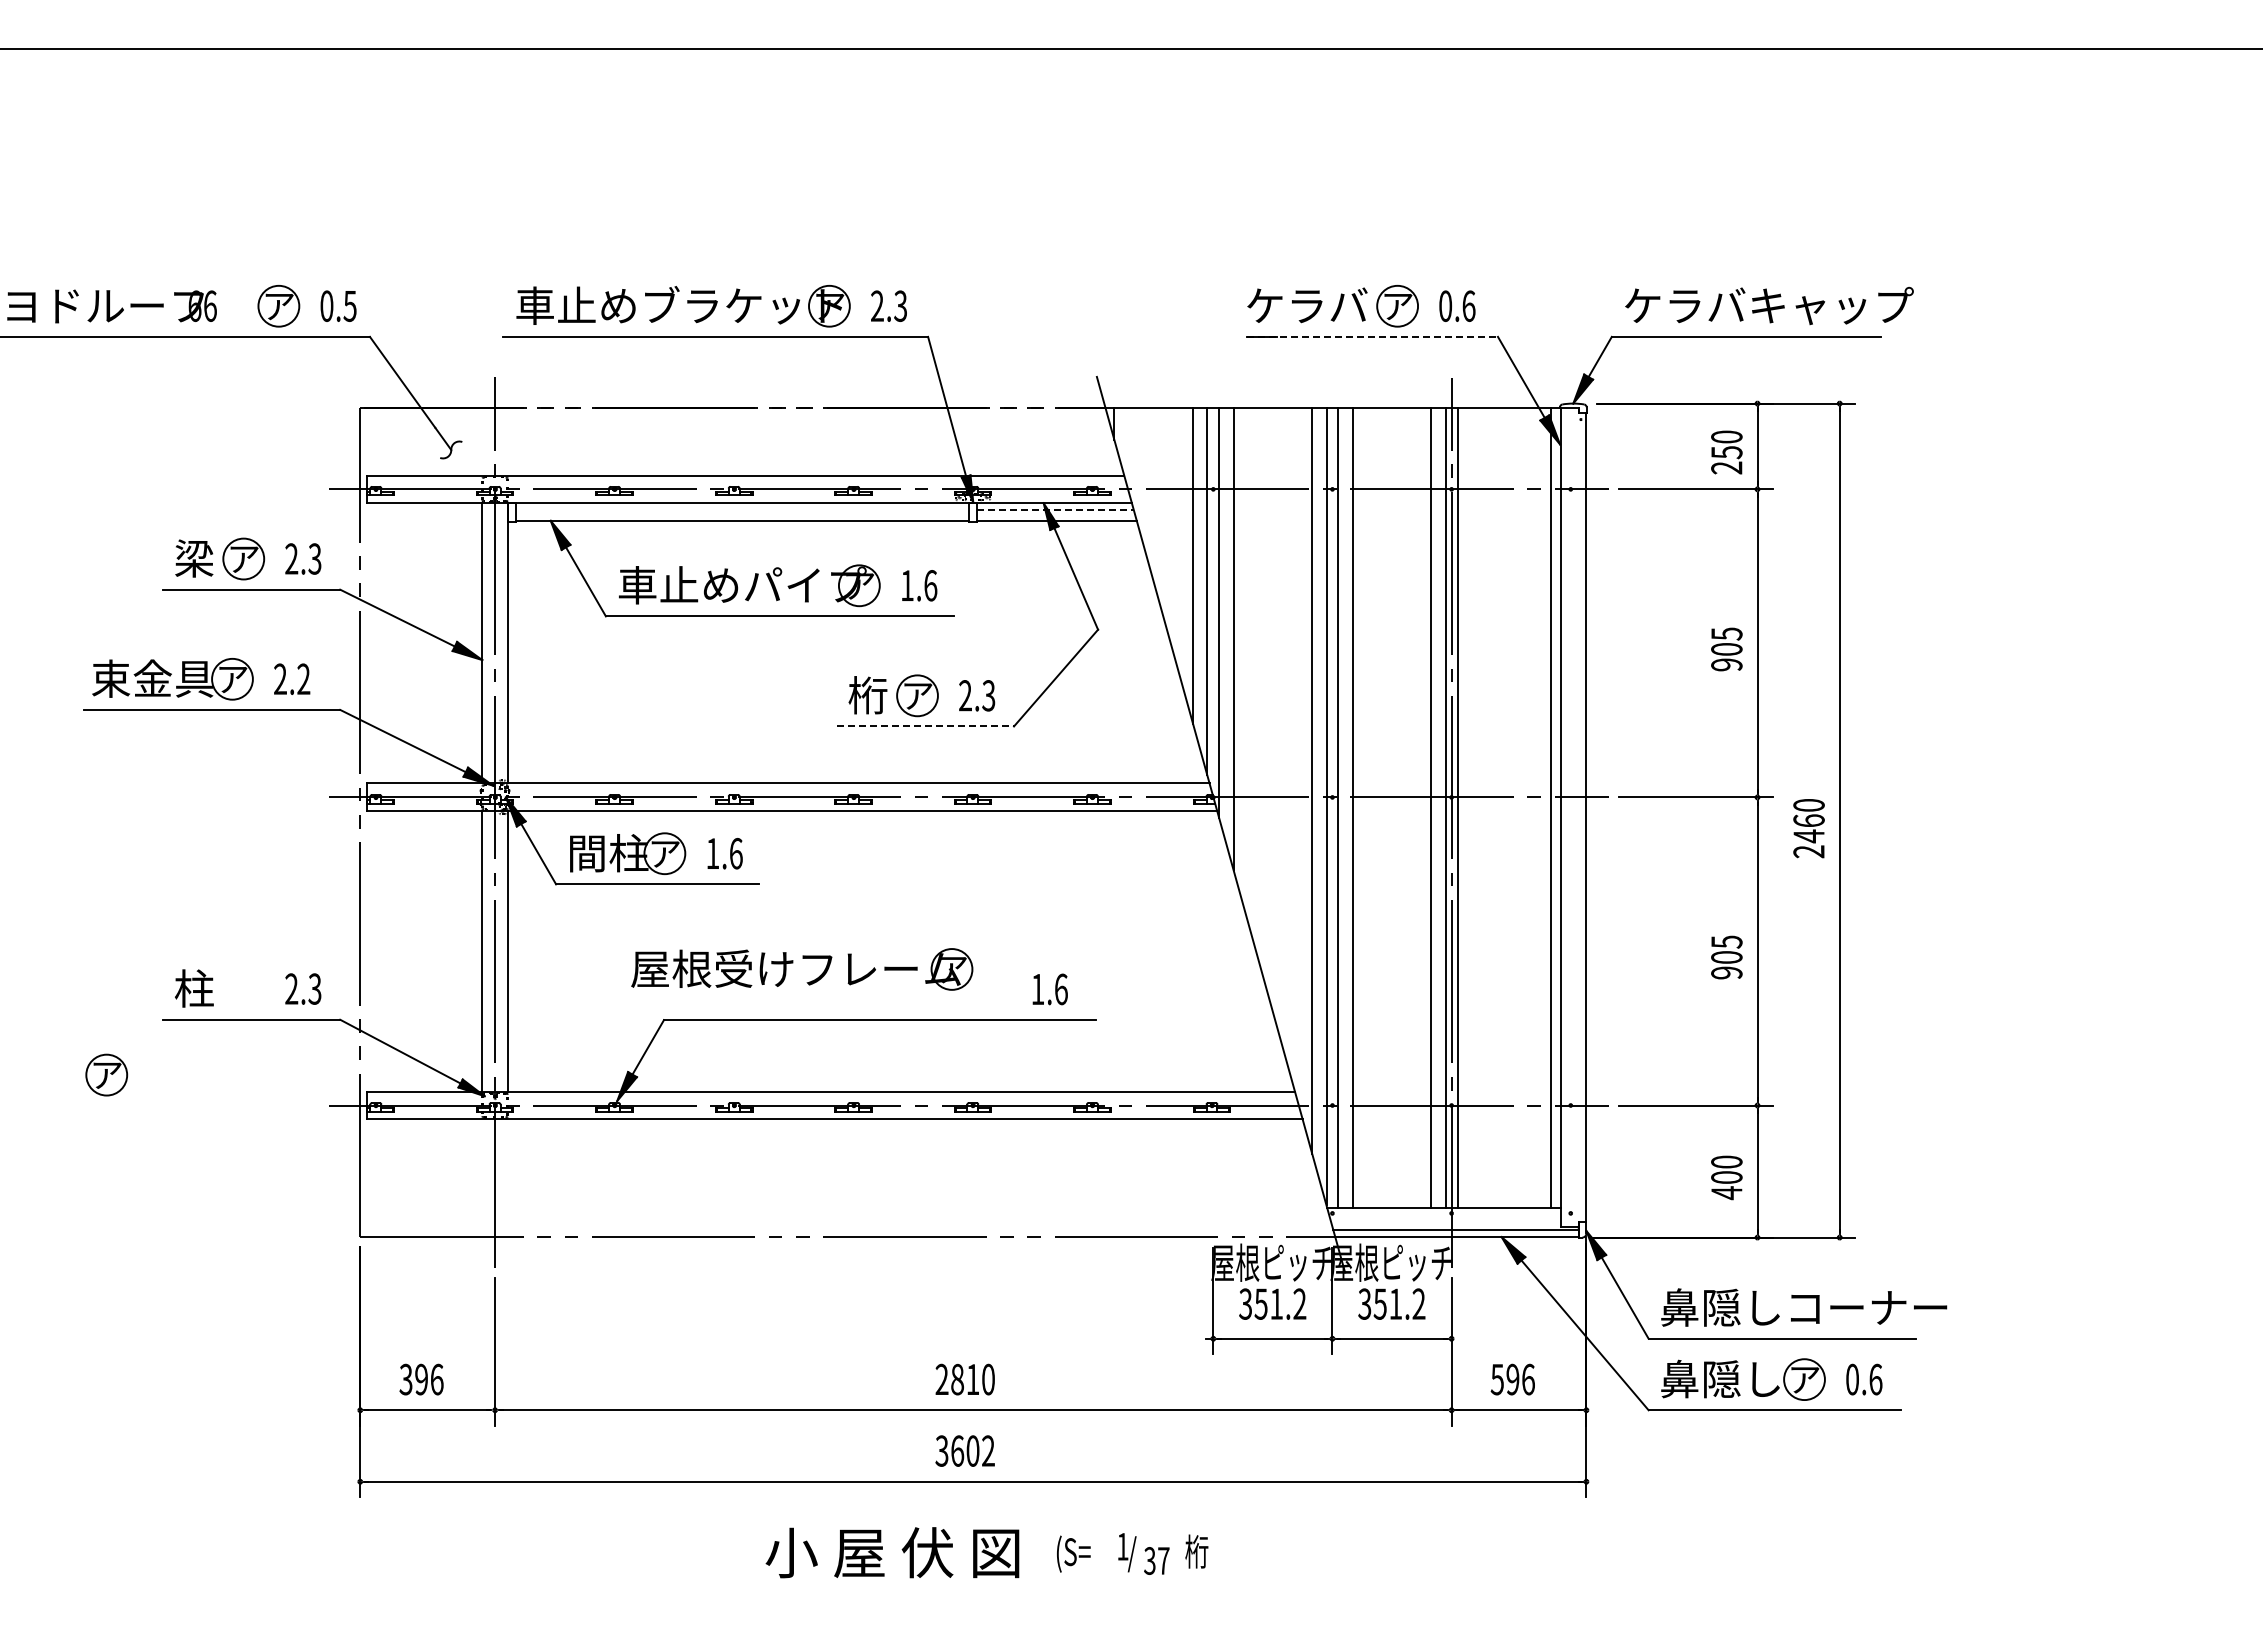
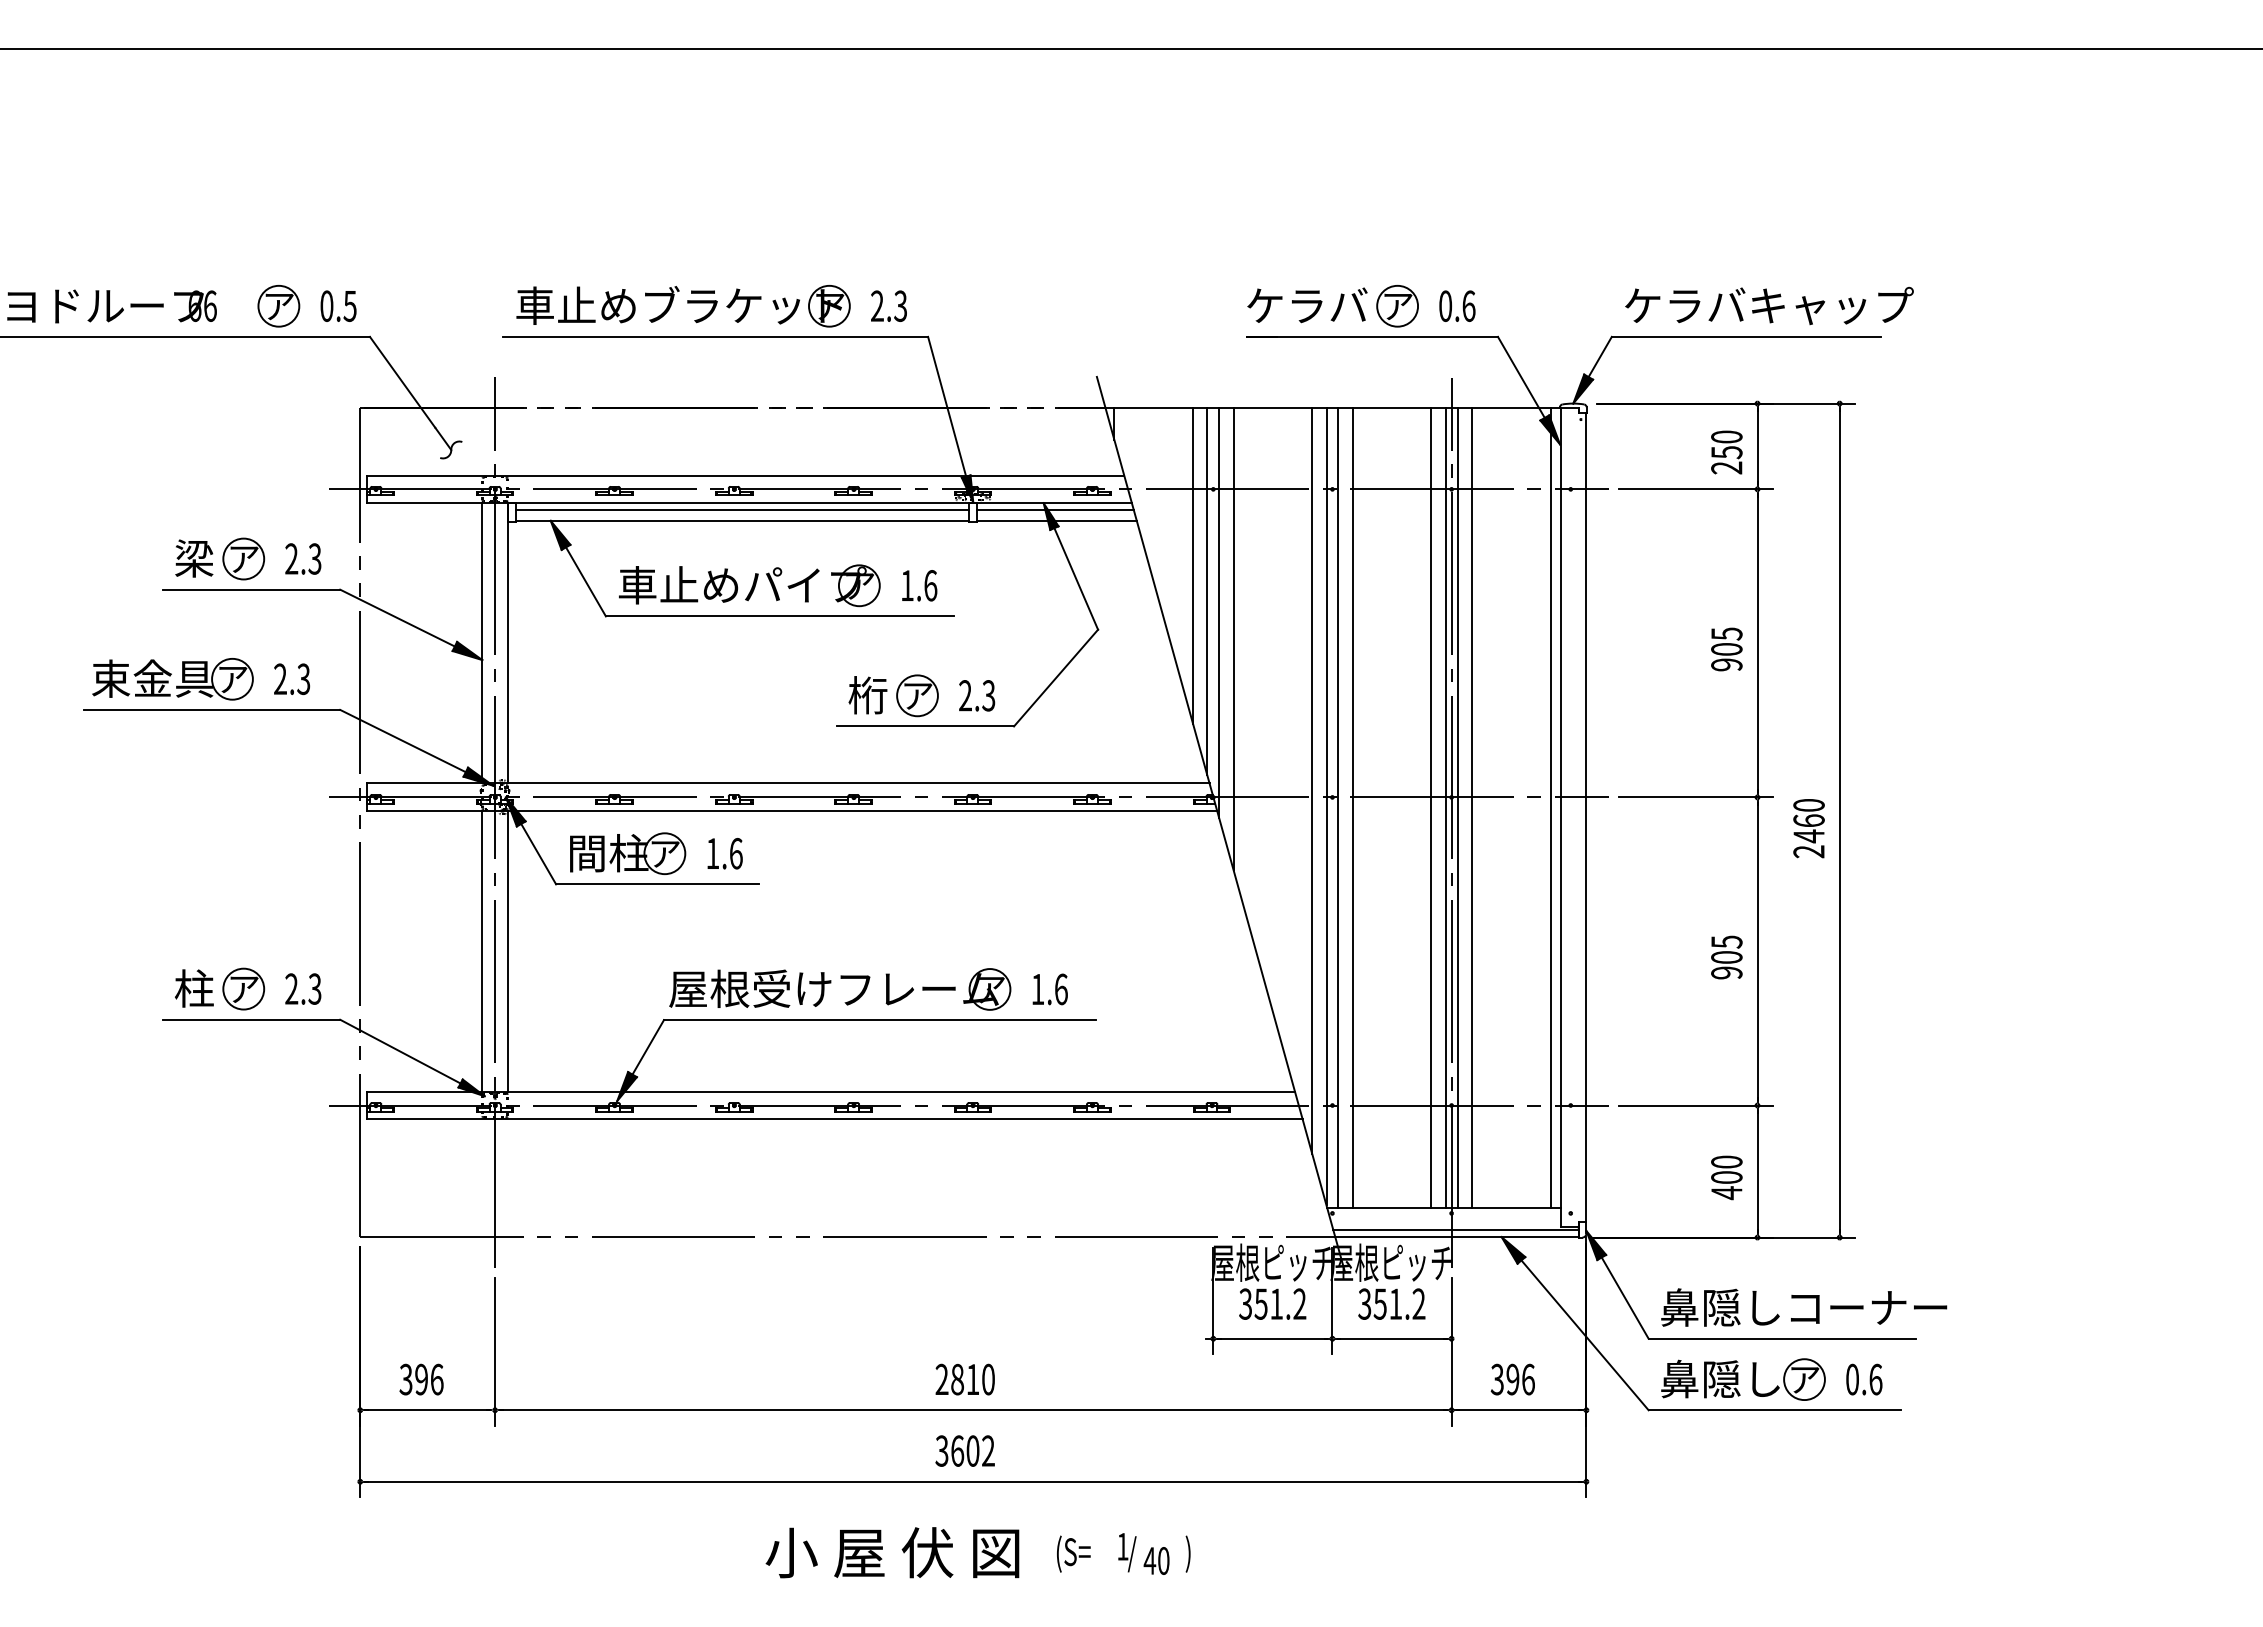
line at (1372, 336): dashed -> solid
line at (742, 509): none -> present
line at (1056, 509): dashed -> solid
text at (303, 679): 2.2 -> 2.3
line at (926, 726): dashed -> solid
line at (1471, 807): none -> present
part at (793, 963) position: (793, 963) -> (831, 983)
part at (106, 1074) position: (106, 1074) -> (243, 988)
text at (1497, 1378): 596 -> 396
text at (1196, 1553): 桁 -> )
text at (1156, 1560): 37 -> 40
